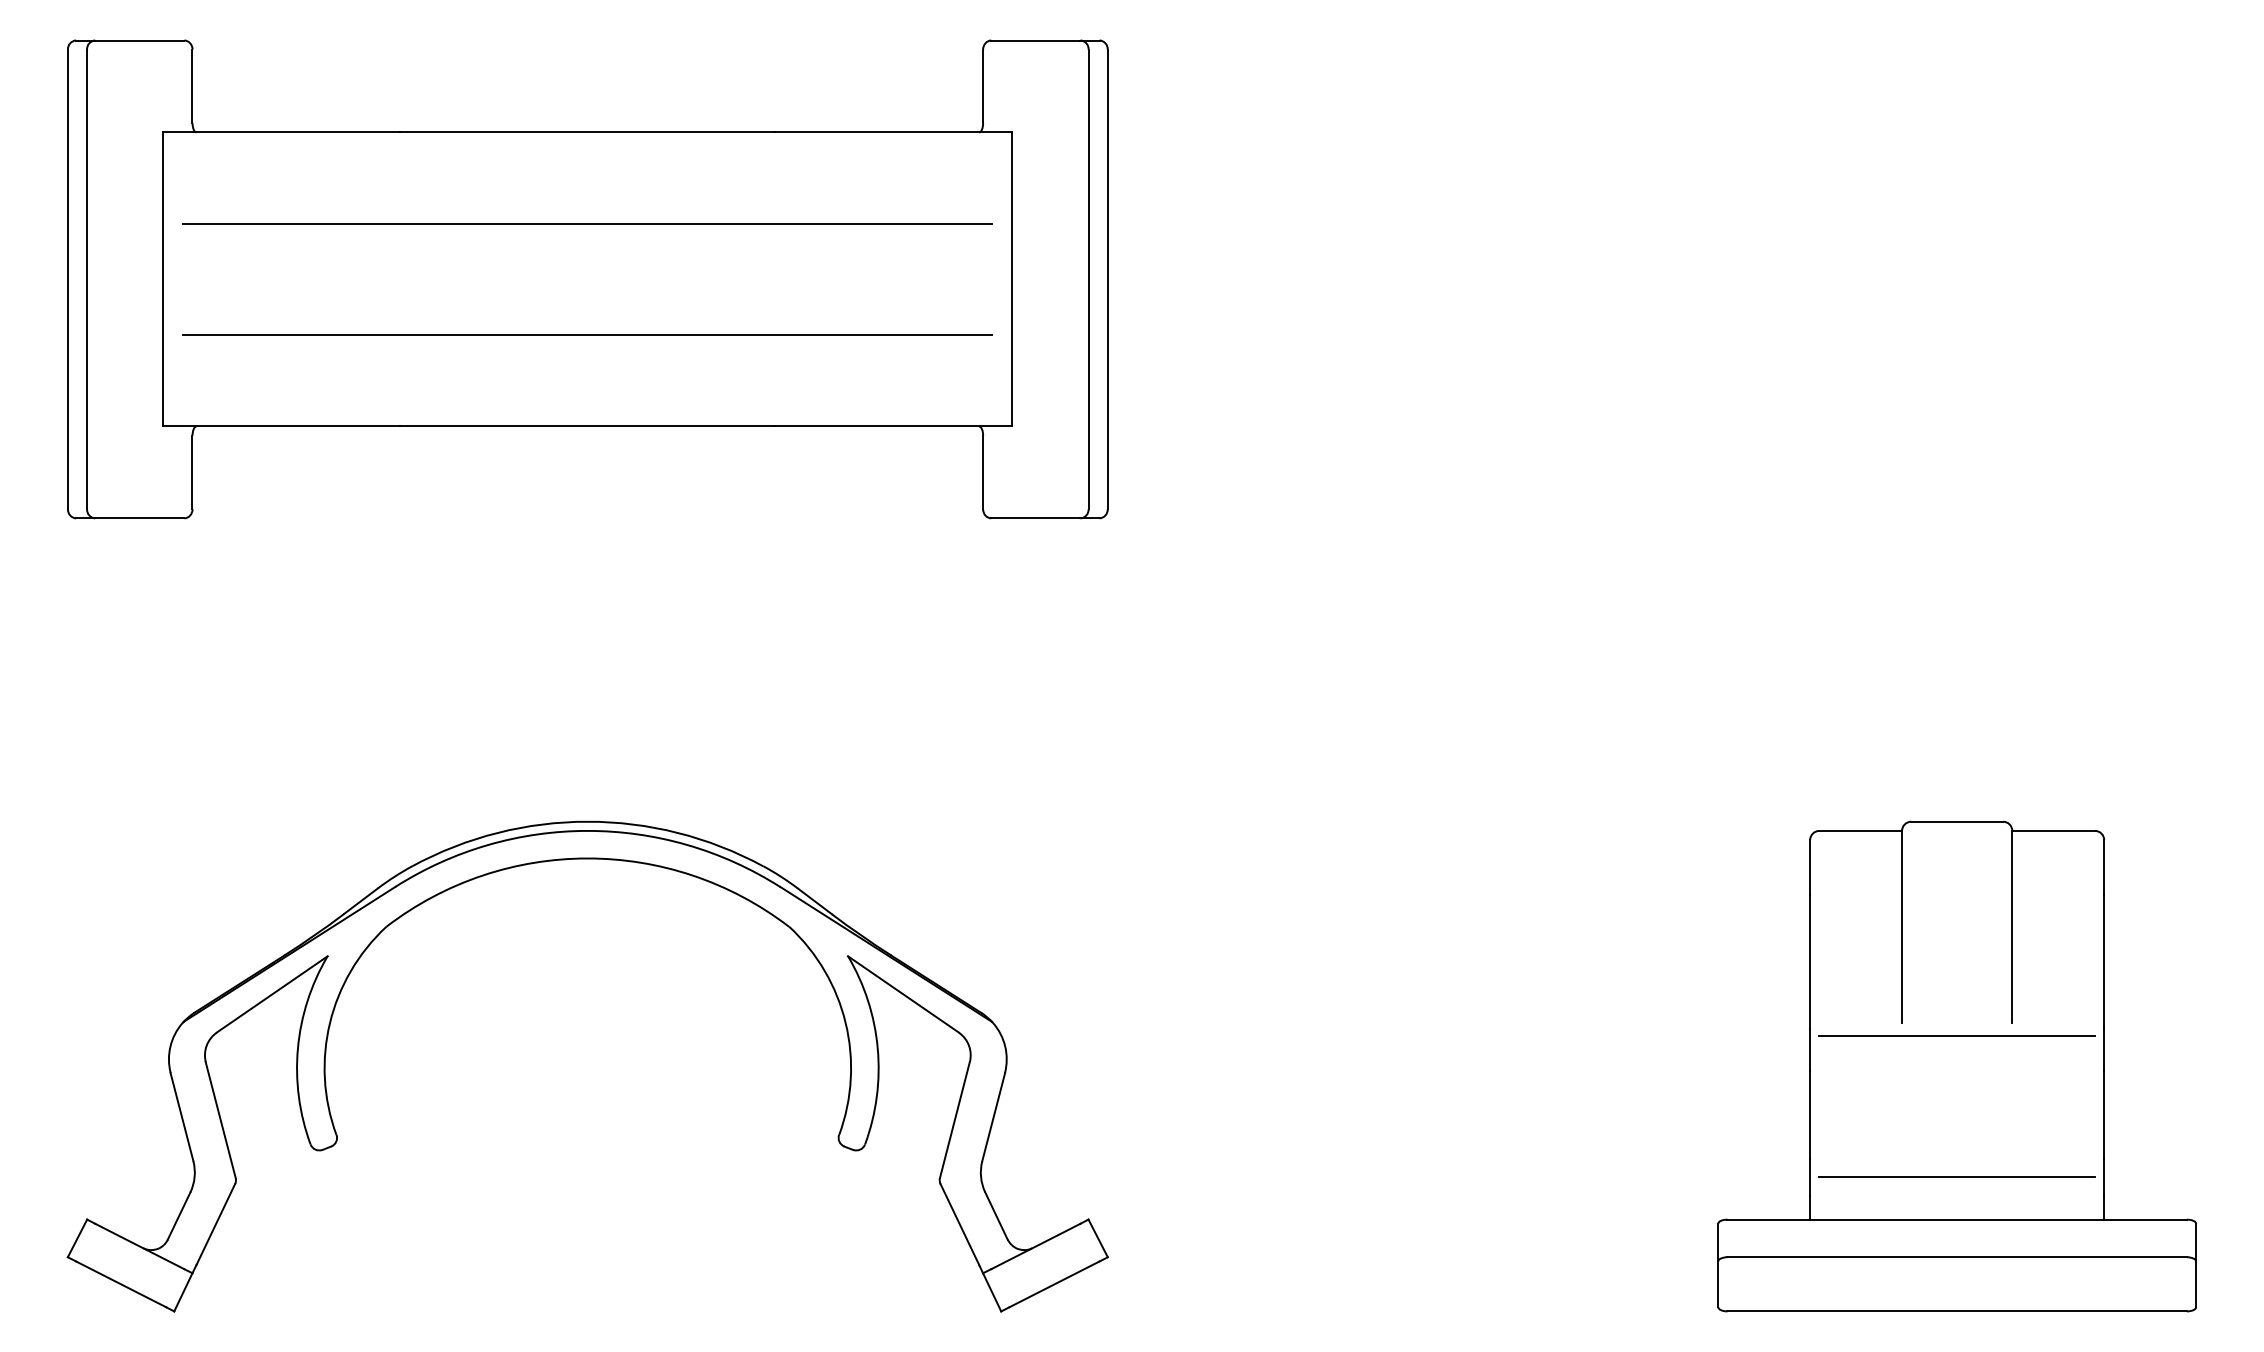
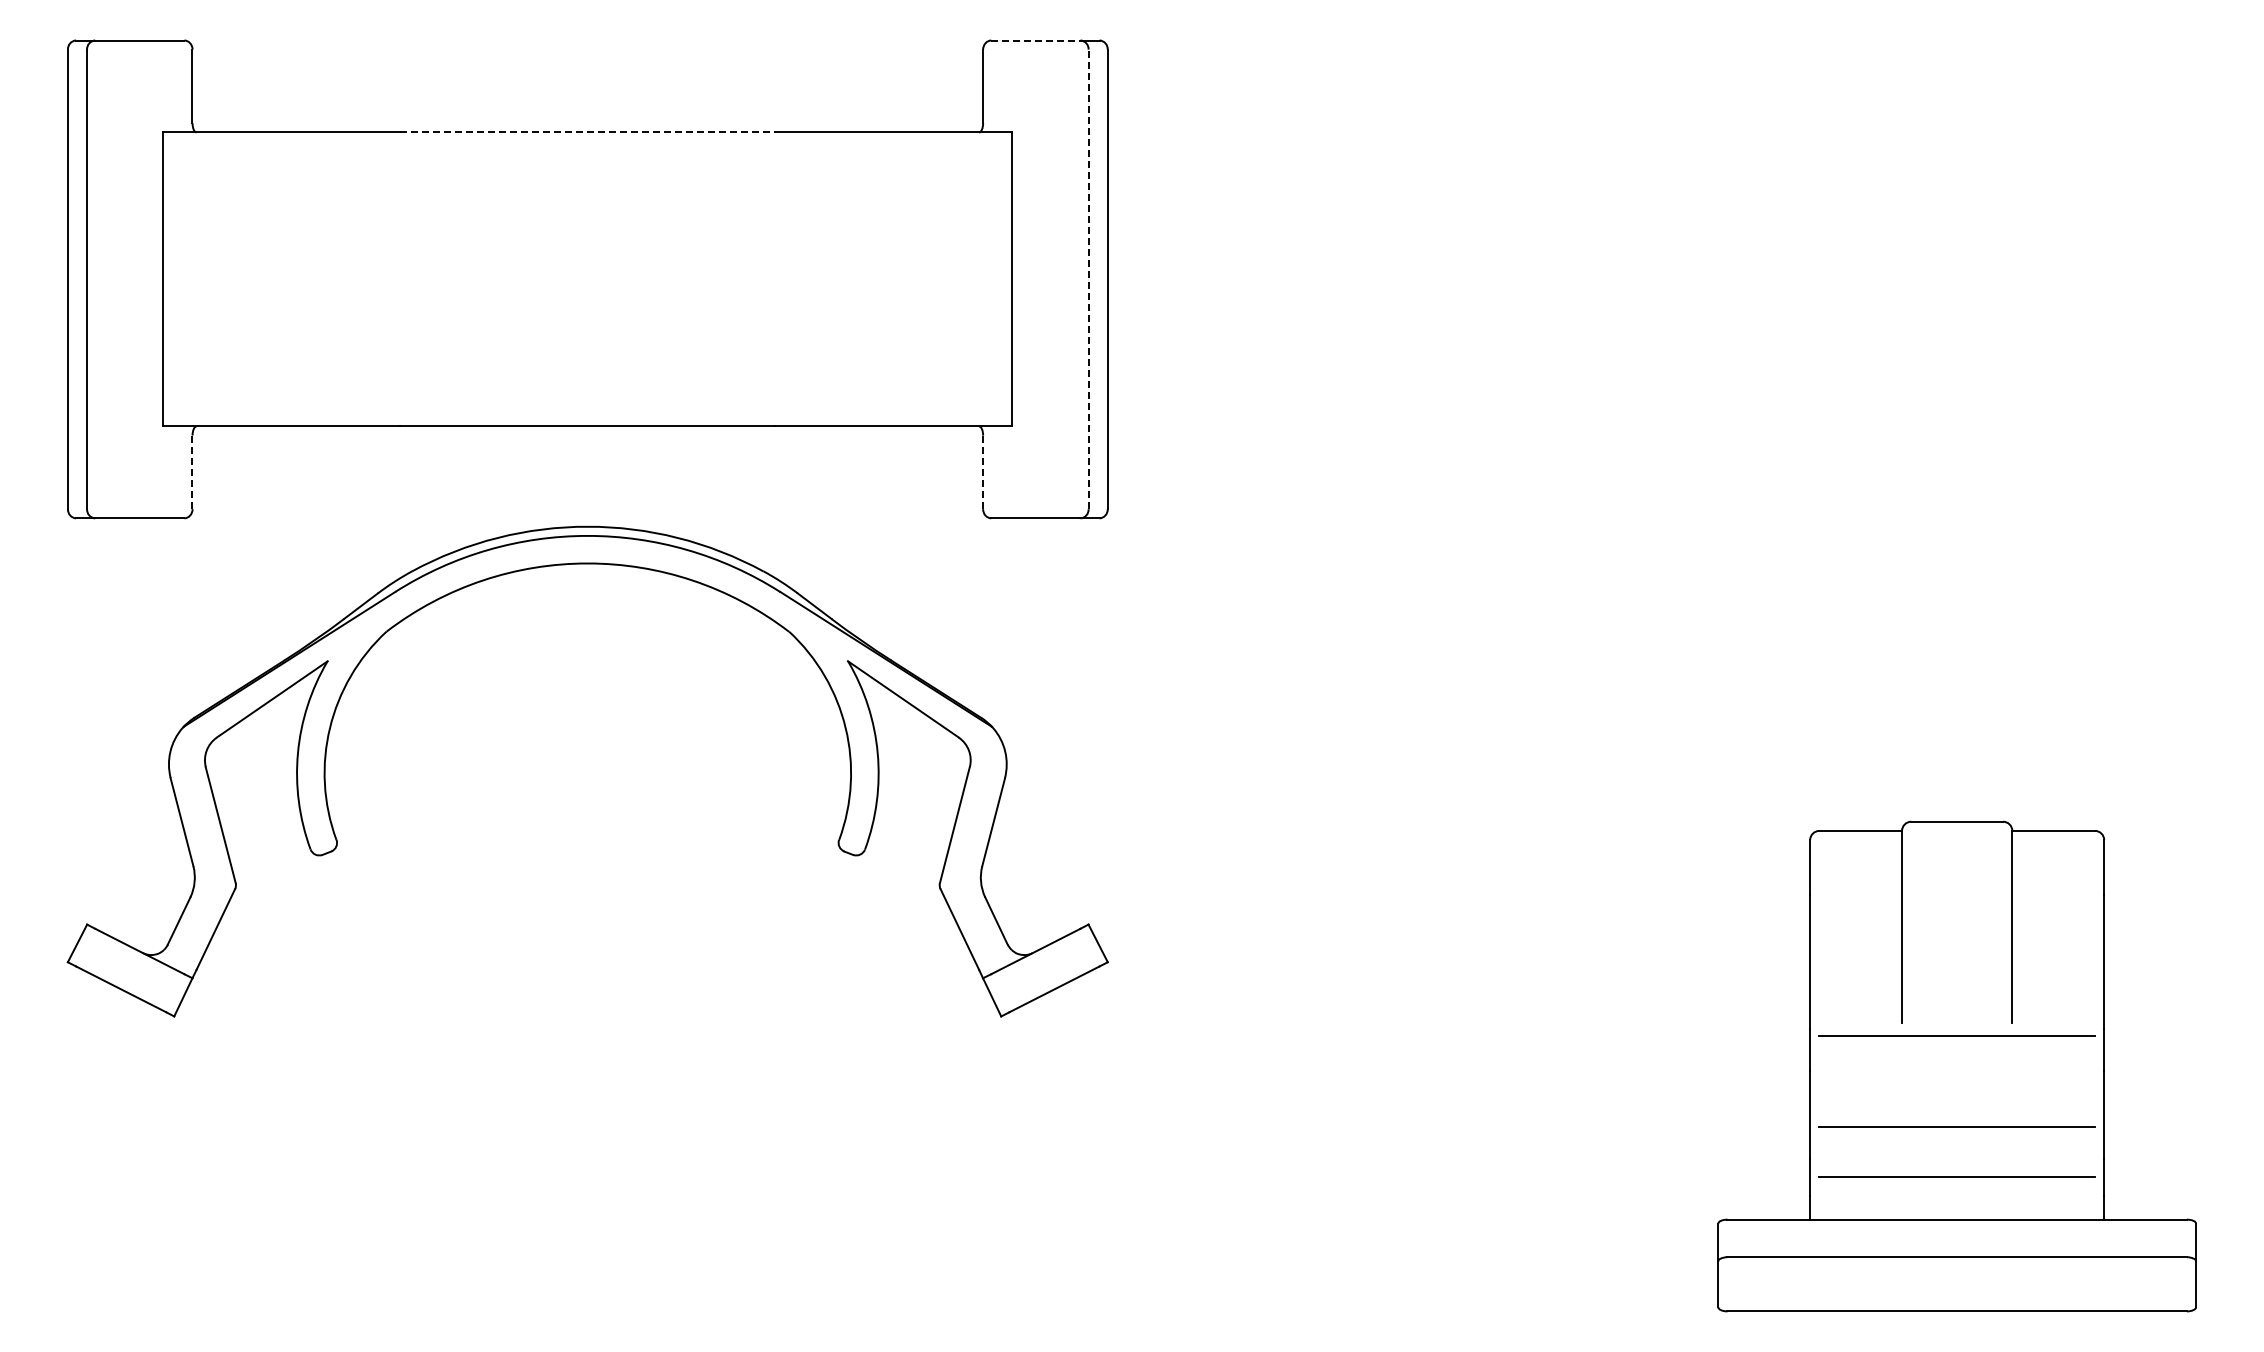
line at (1035, 40): solid -> dashed
line at (587, 132): solid -> dashed
line at (587, 224): present -> none
line at (1088, 279): solid -> dashed
line at (587, 334): present -> none
line at (192, 472): solid -> dashed
line at (983, 472): solid -> dashed
part at (587, 859) position: (587, 859) -> (587, 564)
line at (1956, 1126): none -> present
